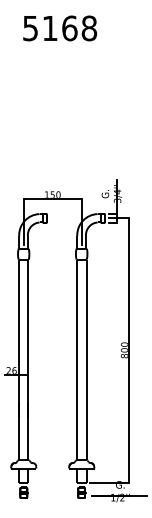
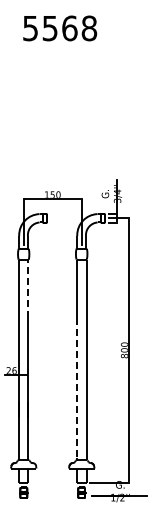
text at (49, 28): 5168 -> 5568
line at (28, 288): solid -> dashed
line at (77, 387): solid -> dashed
